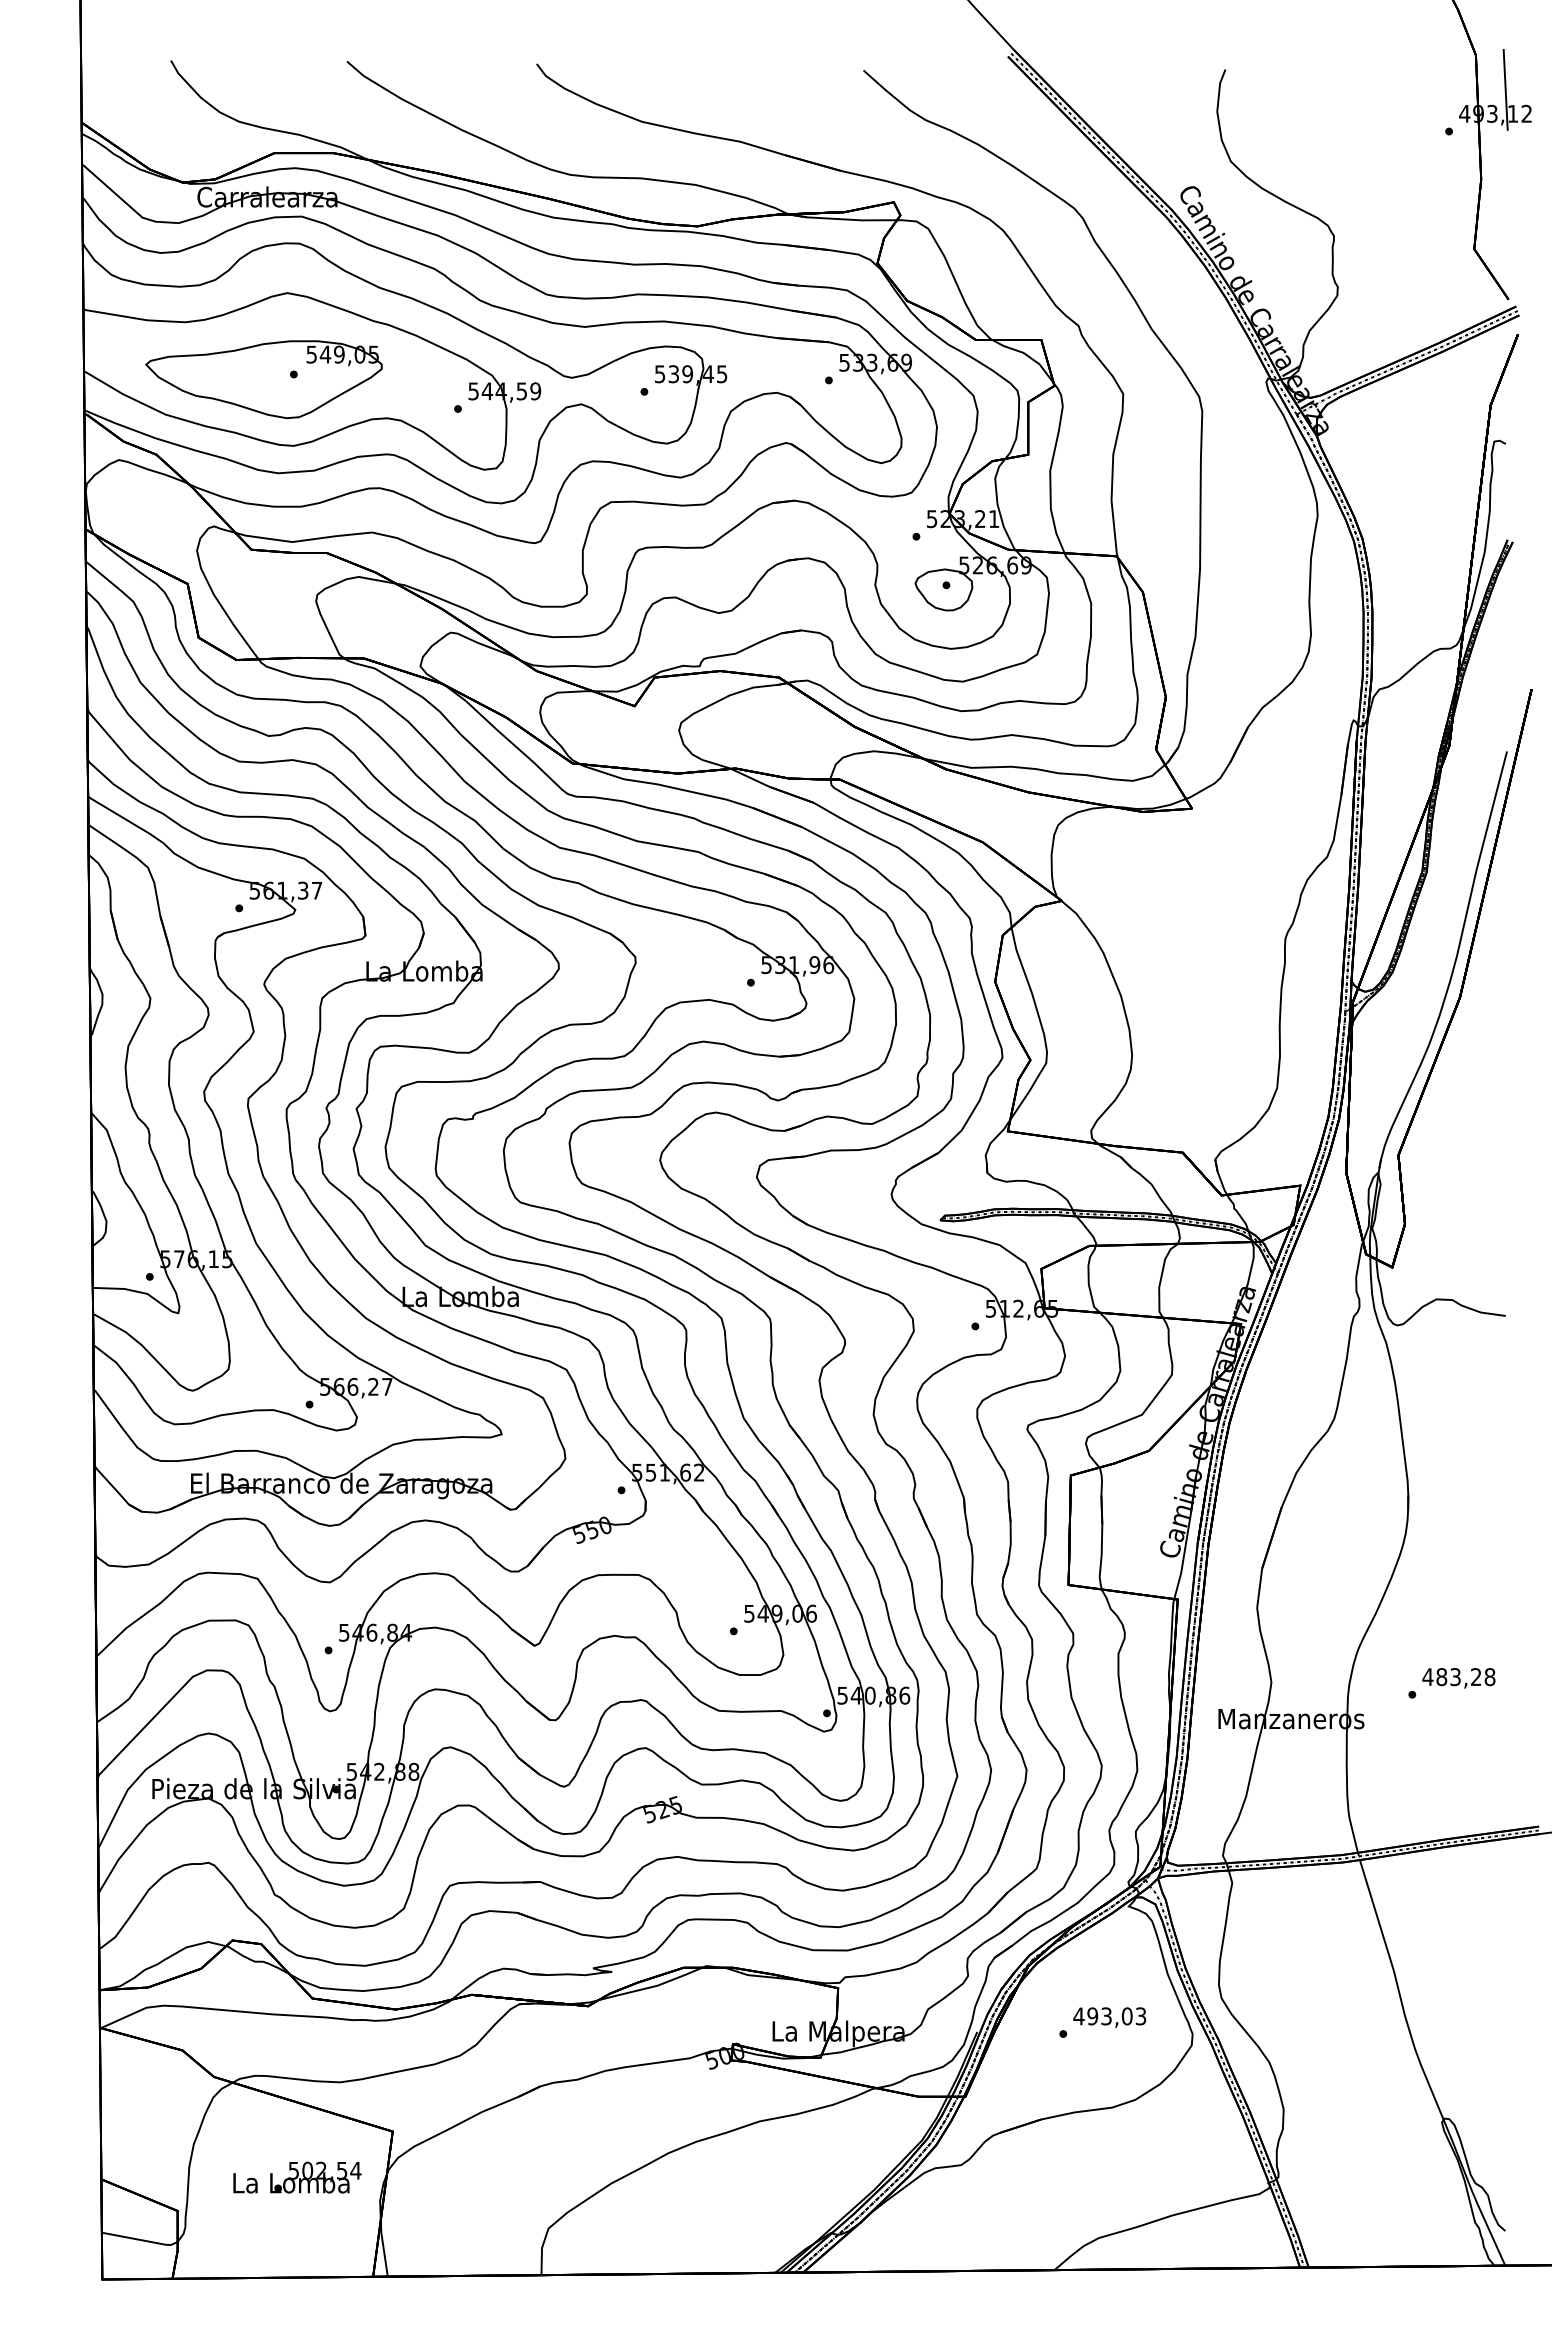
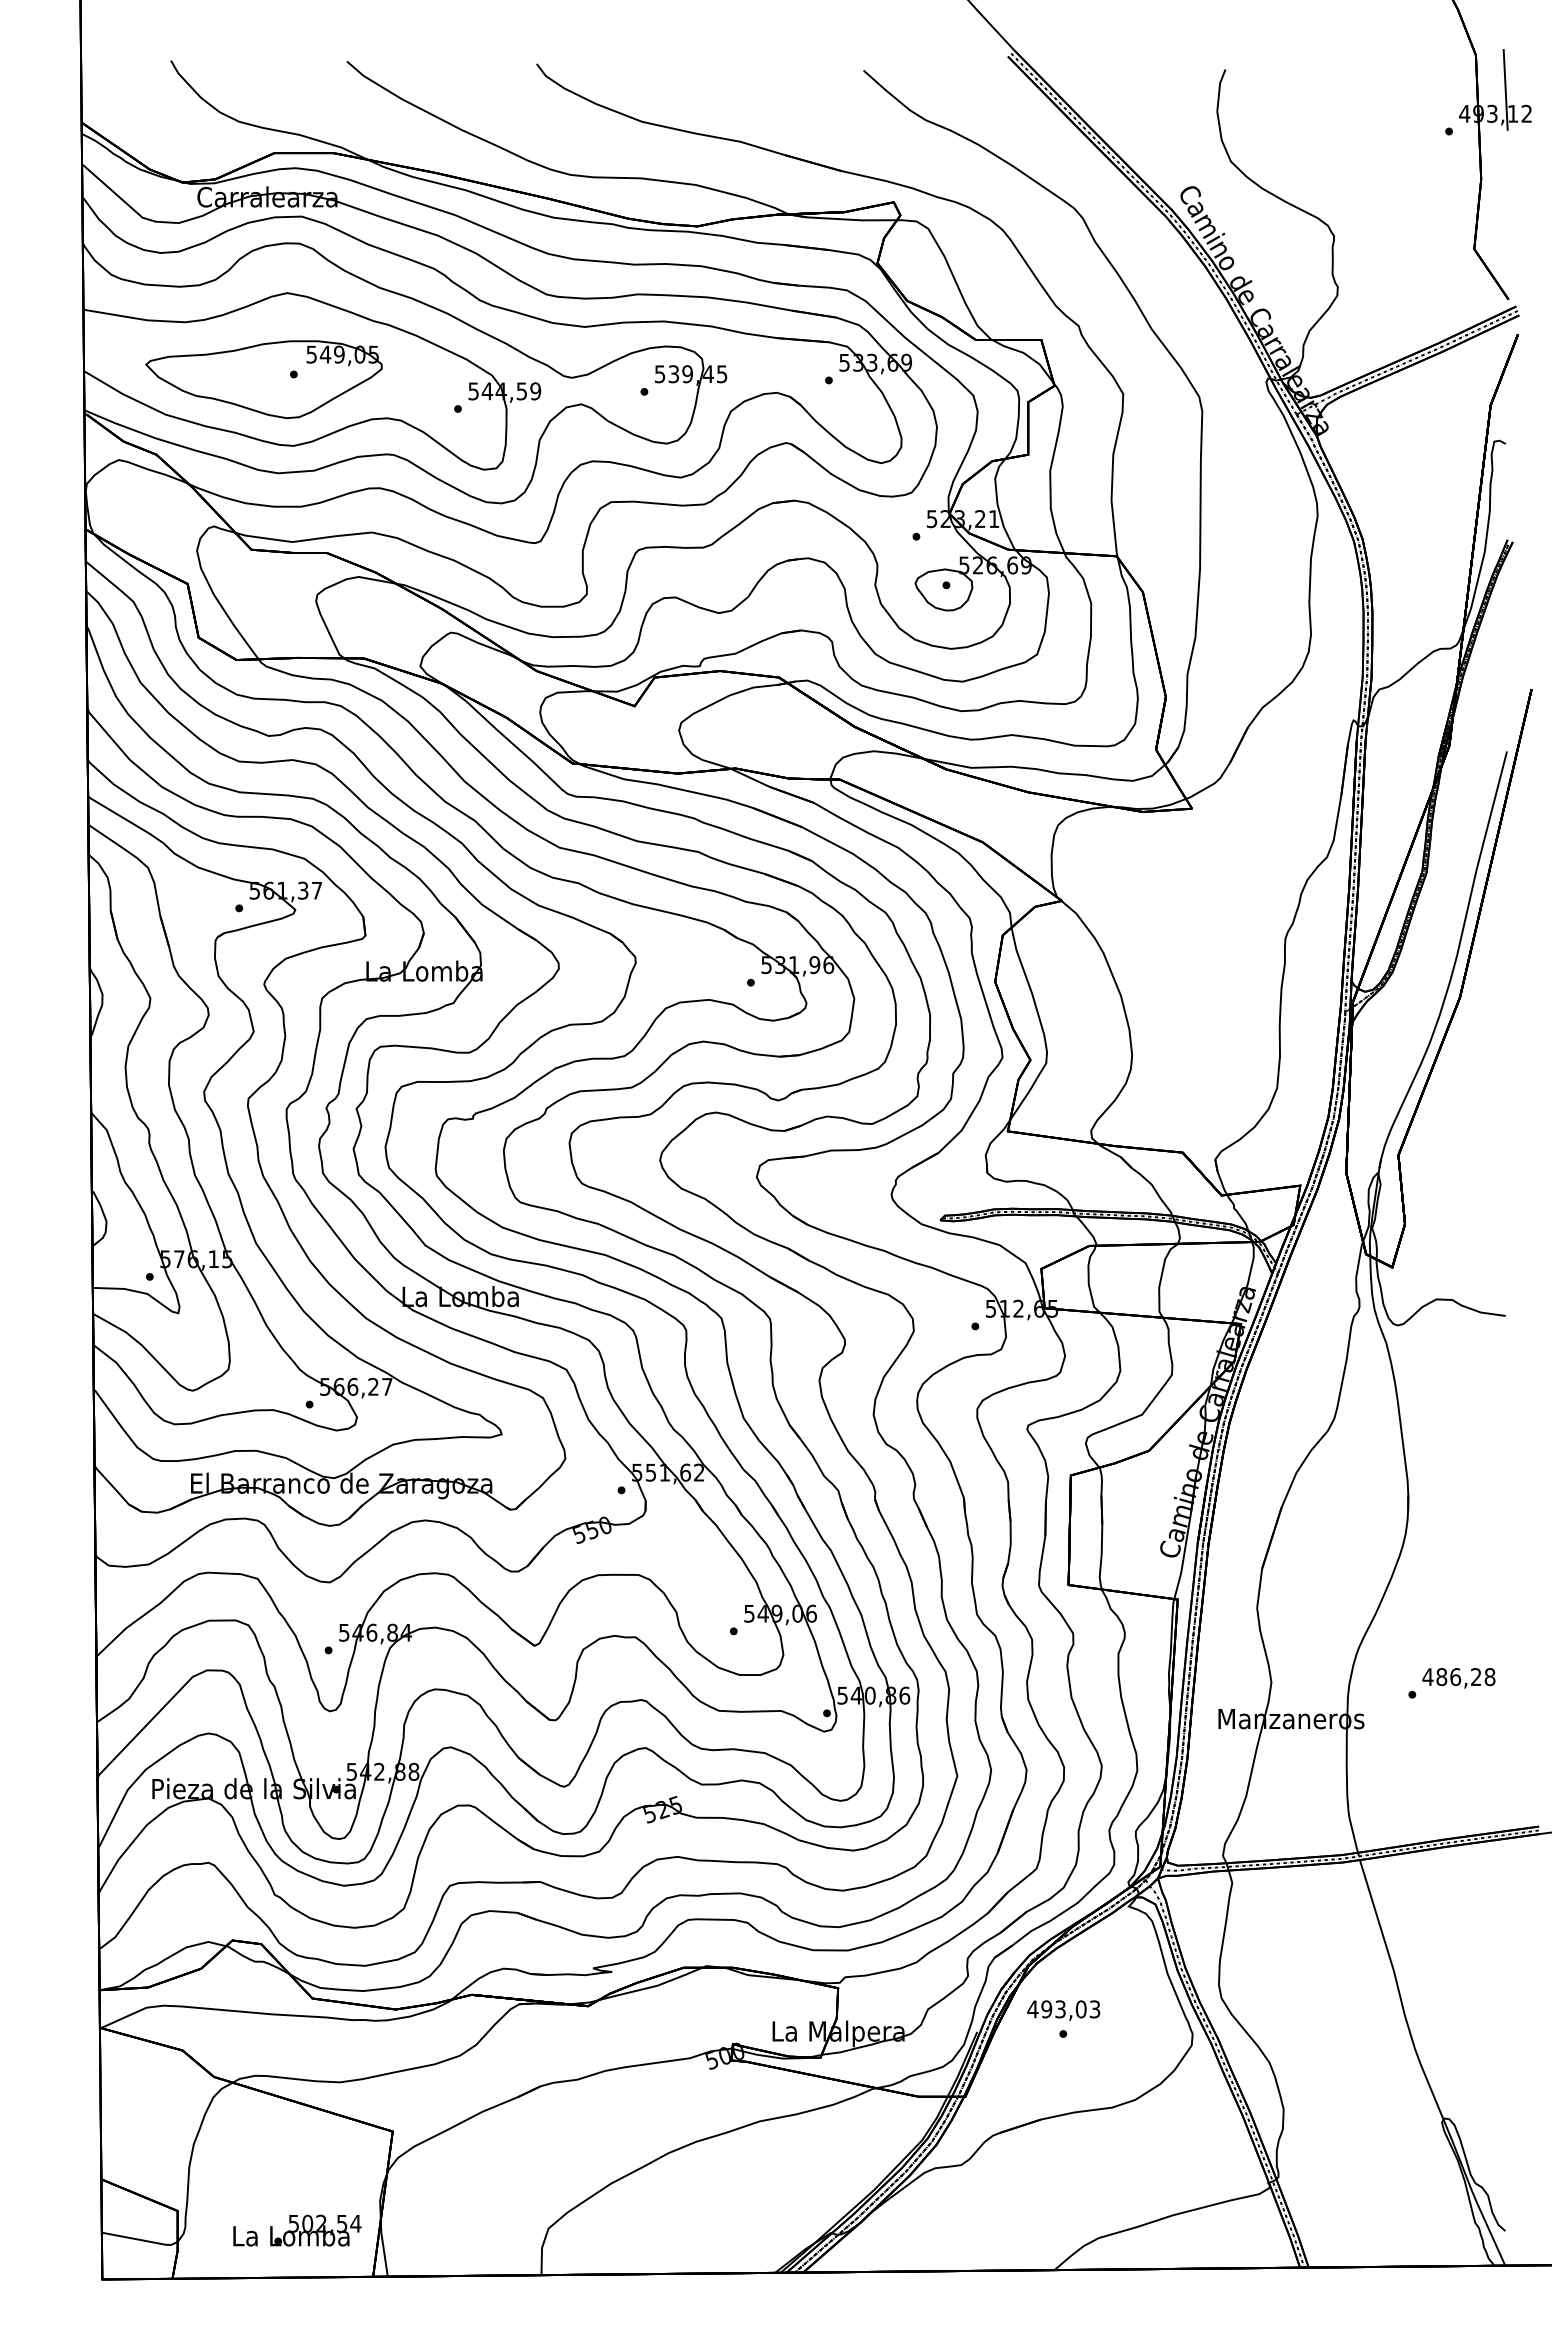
text at (1455, 1677): 483,28 -> 486,28
text at (1109, 2017) position: (1109, 2017) -> (1063, 2010)
text at (297, 2177) position: (297, 2177) -> (297, 2230)
